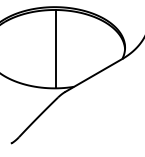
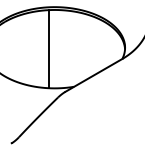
line at (55, 48) position: (55, 48) -> (48, 48)
